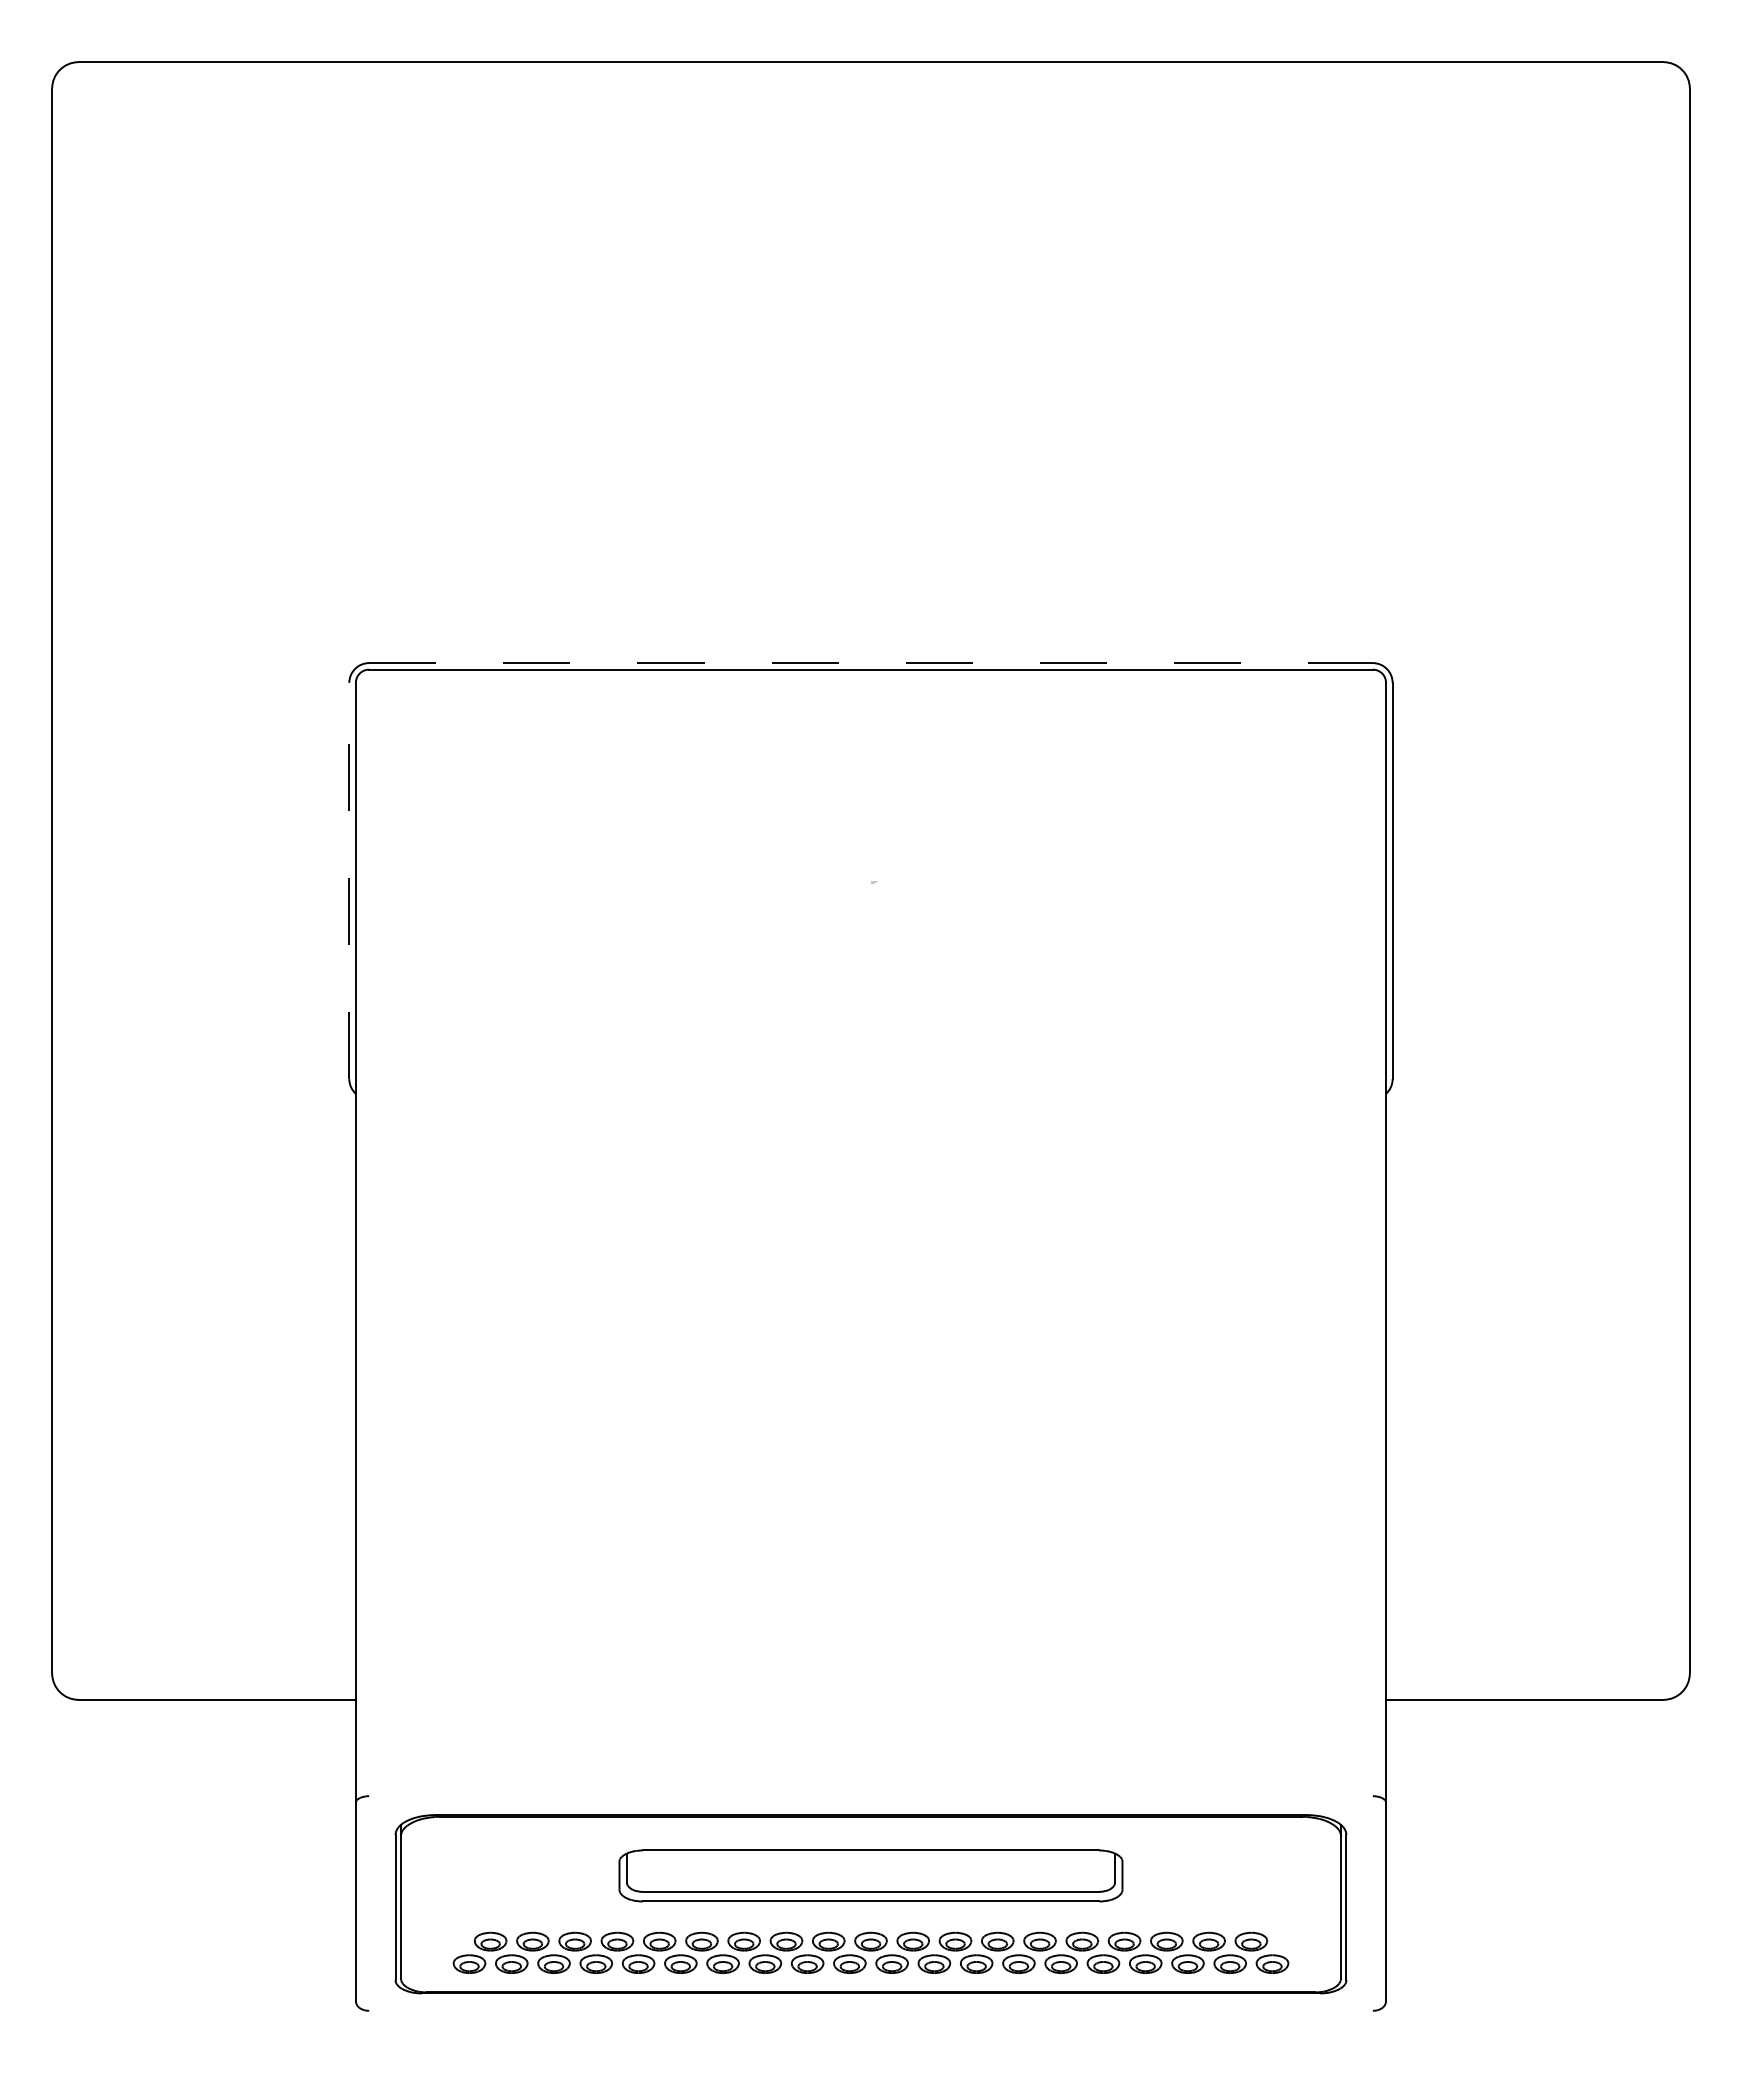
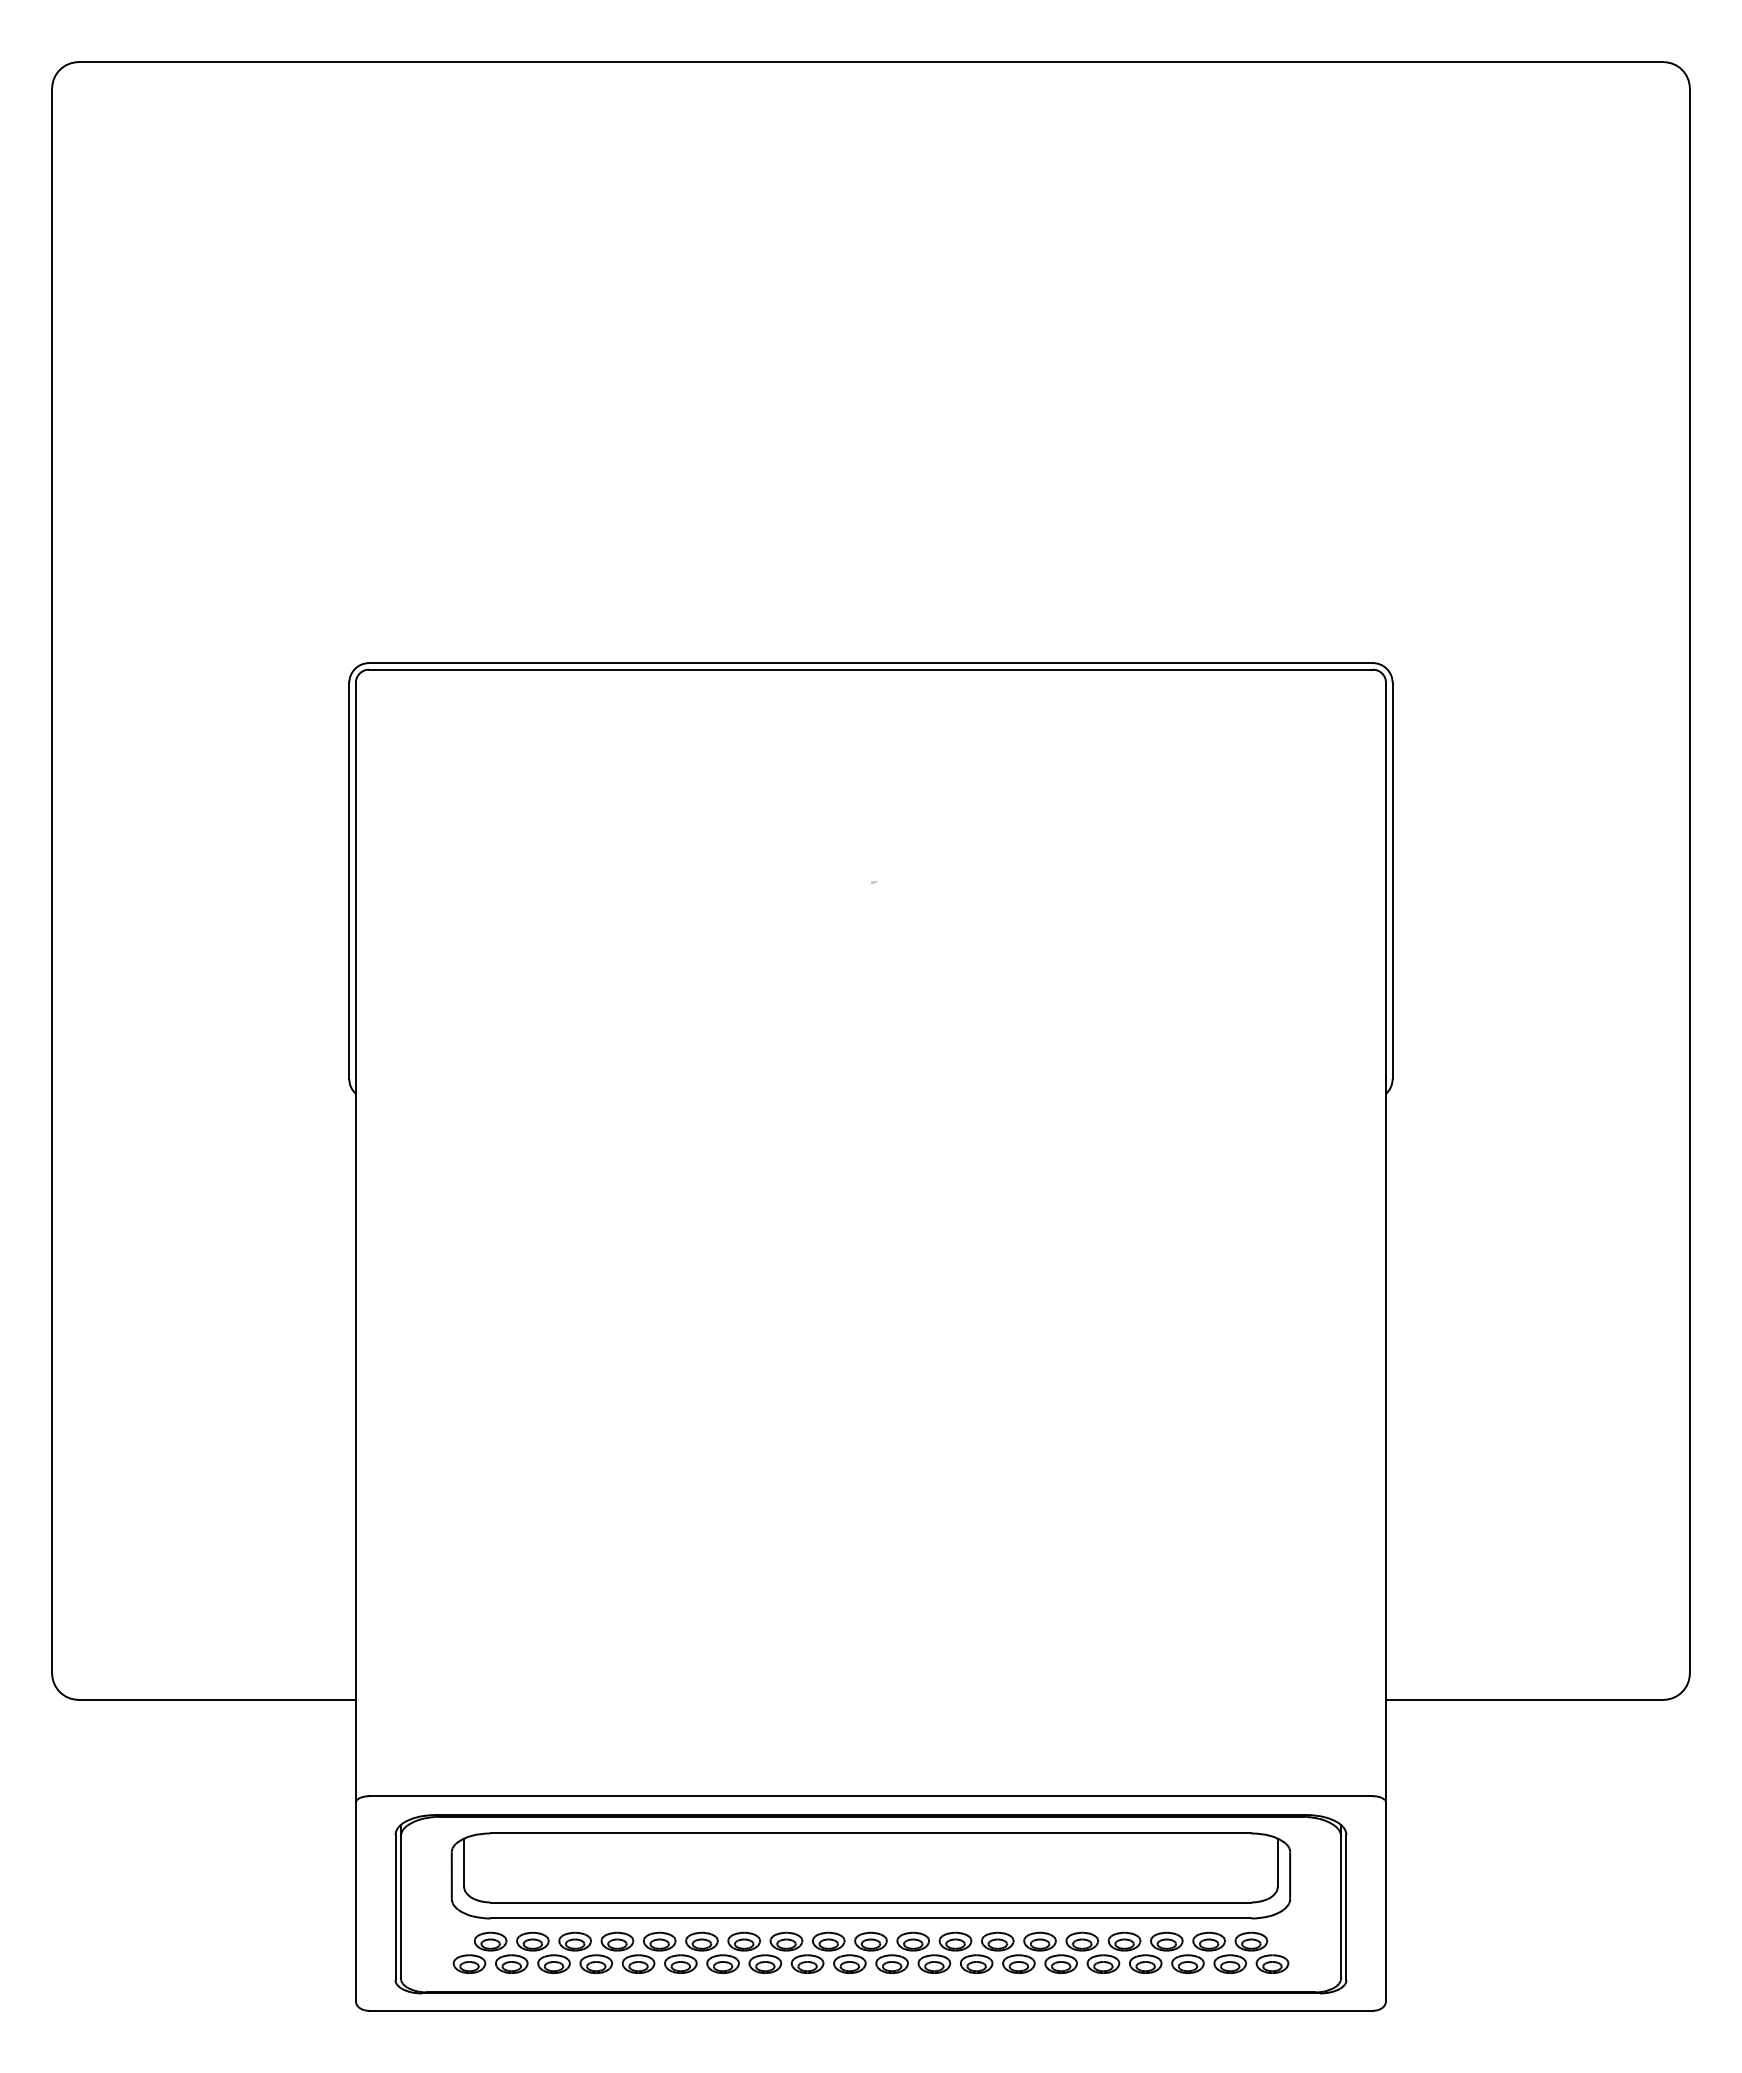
line at (870, 663): dashed -> solid
line at (349, 880): dashed -> solid
line at (870, 1796): none -> present
part at (870, 1875) size: 506x54 px -> 842x88 px
line at (870, 2010): none -> present
